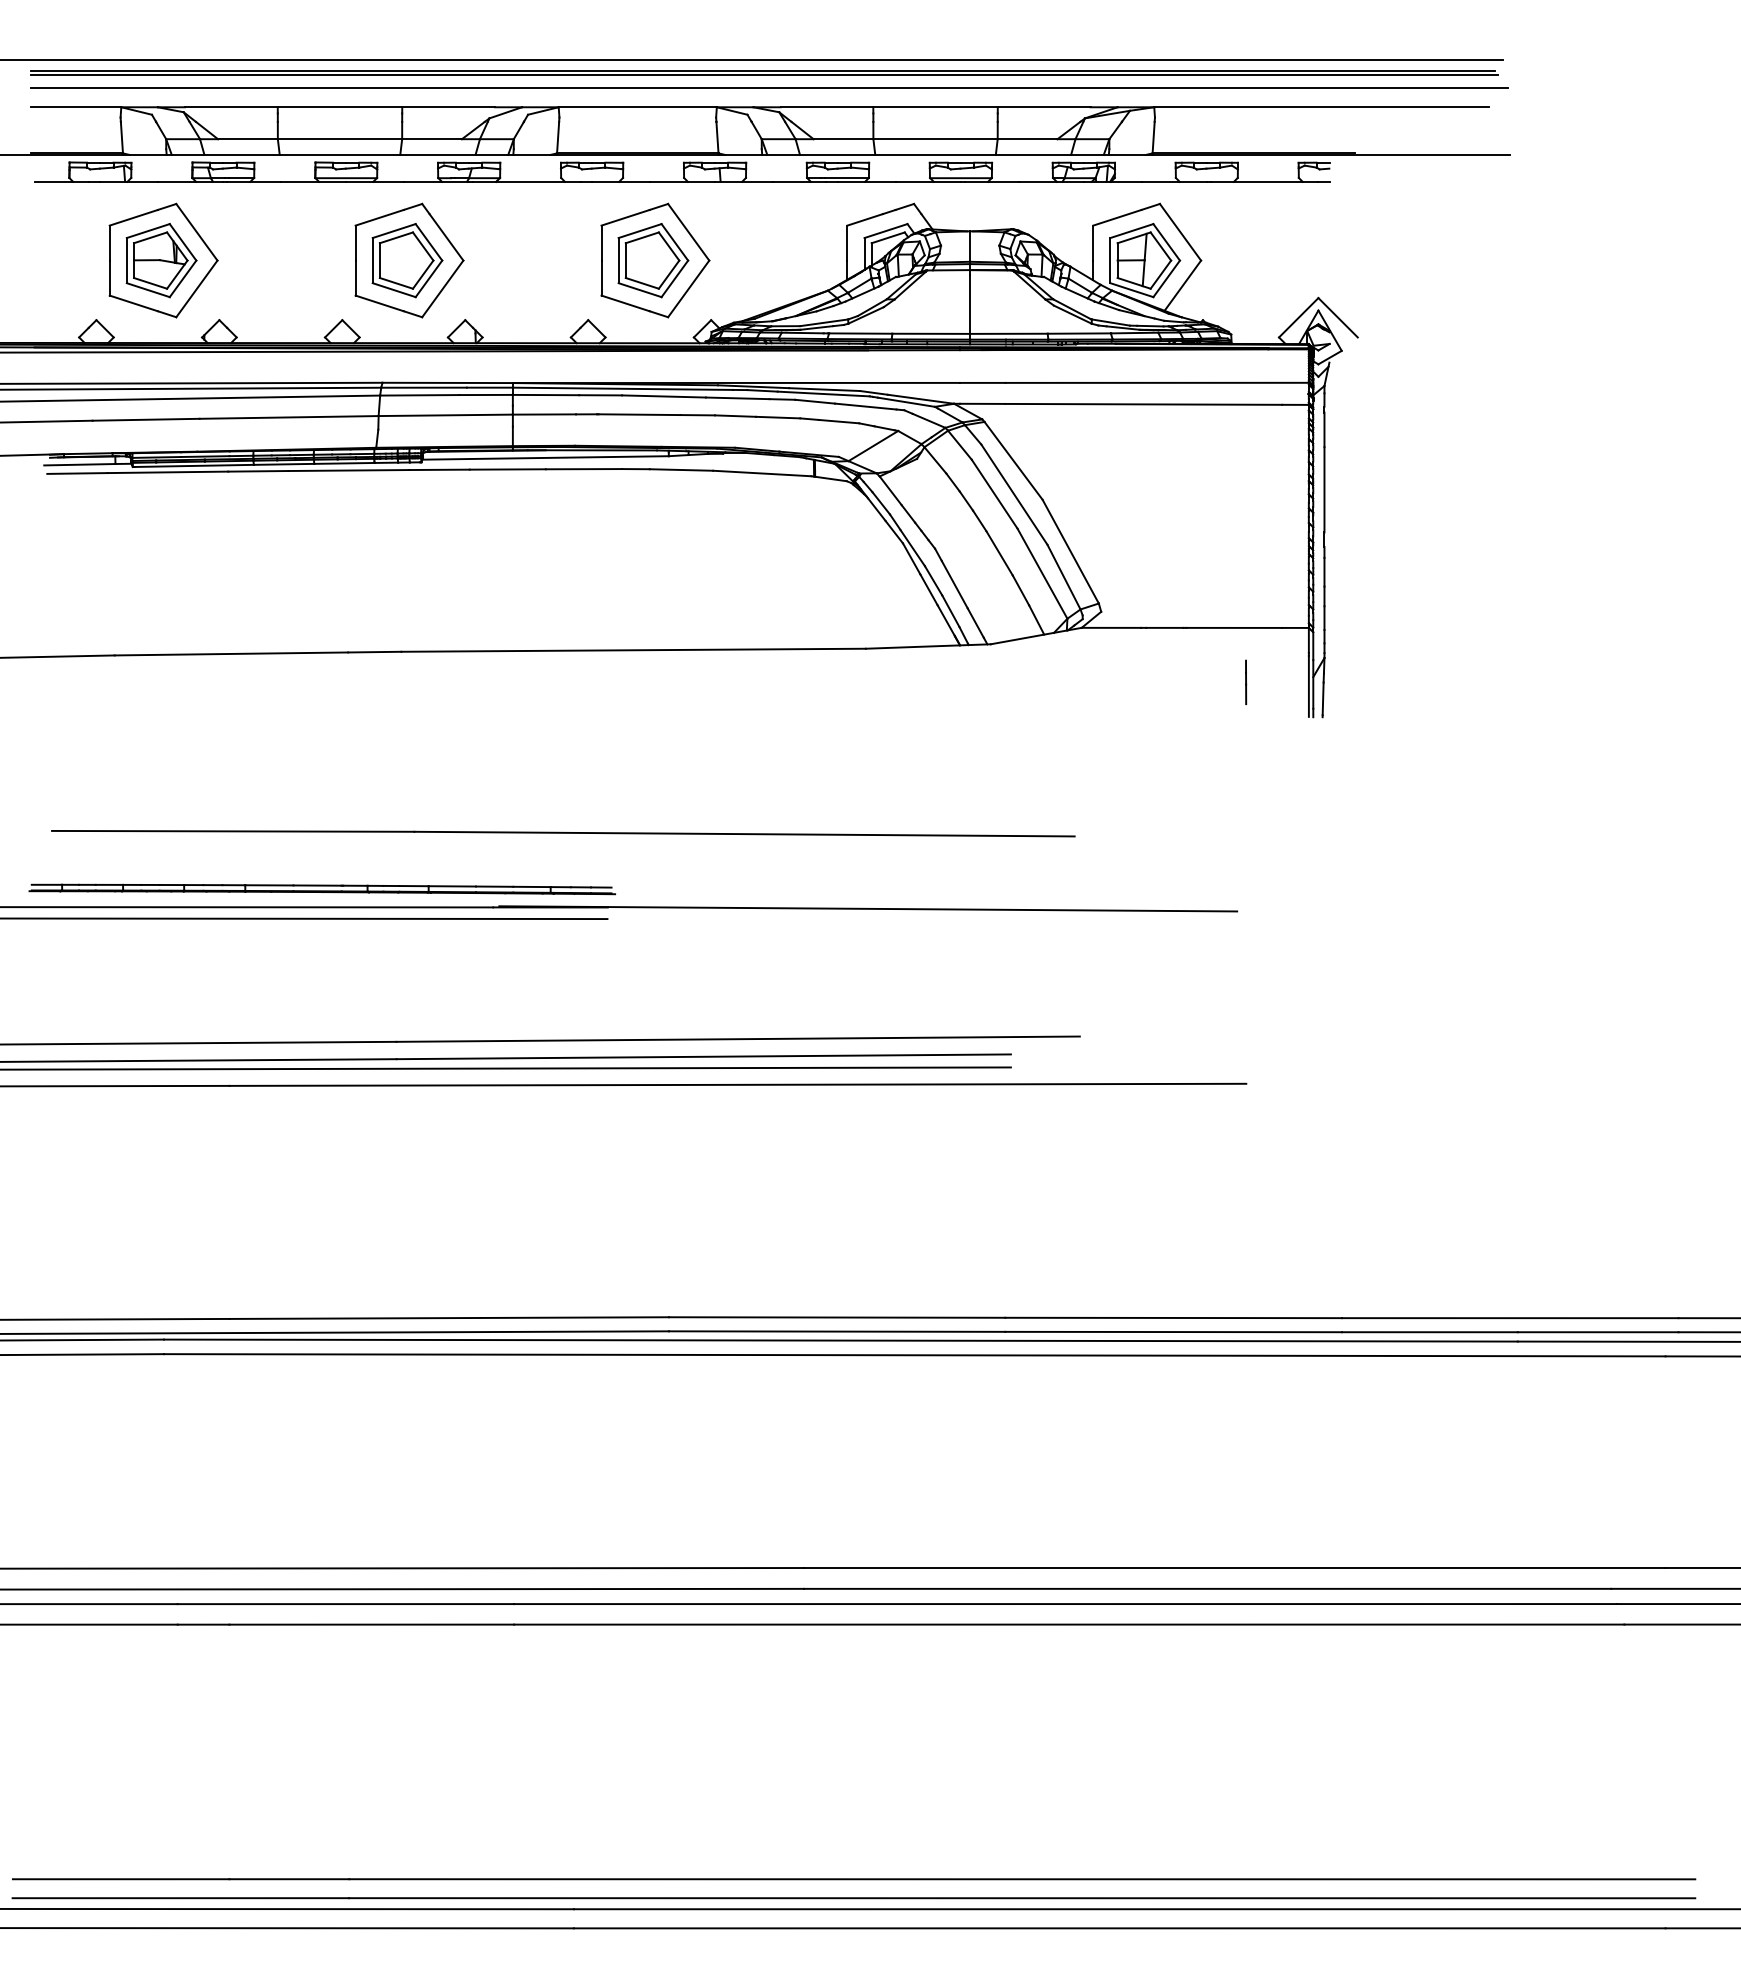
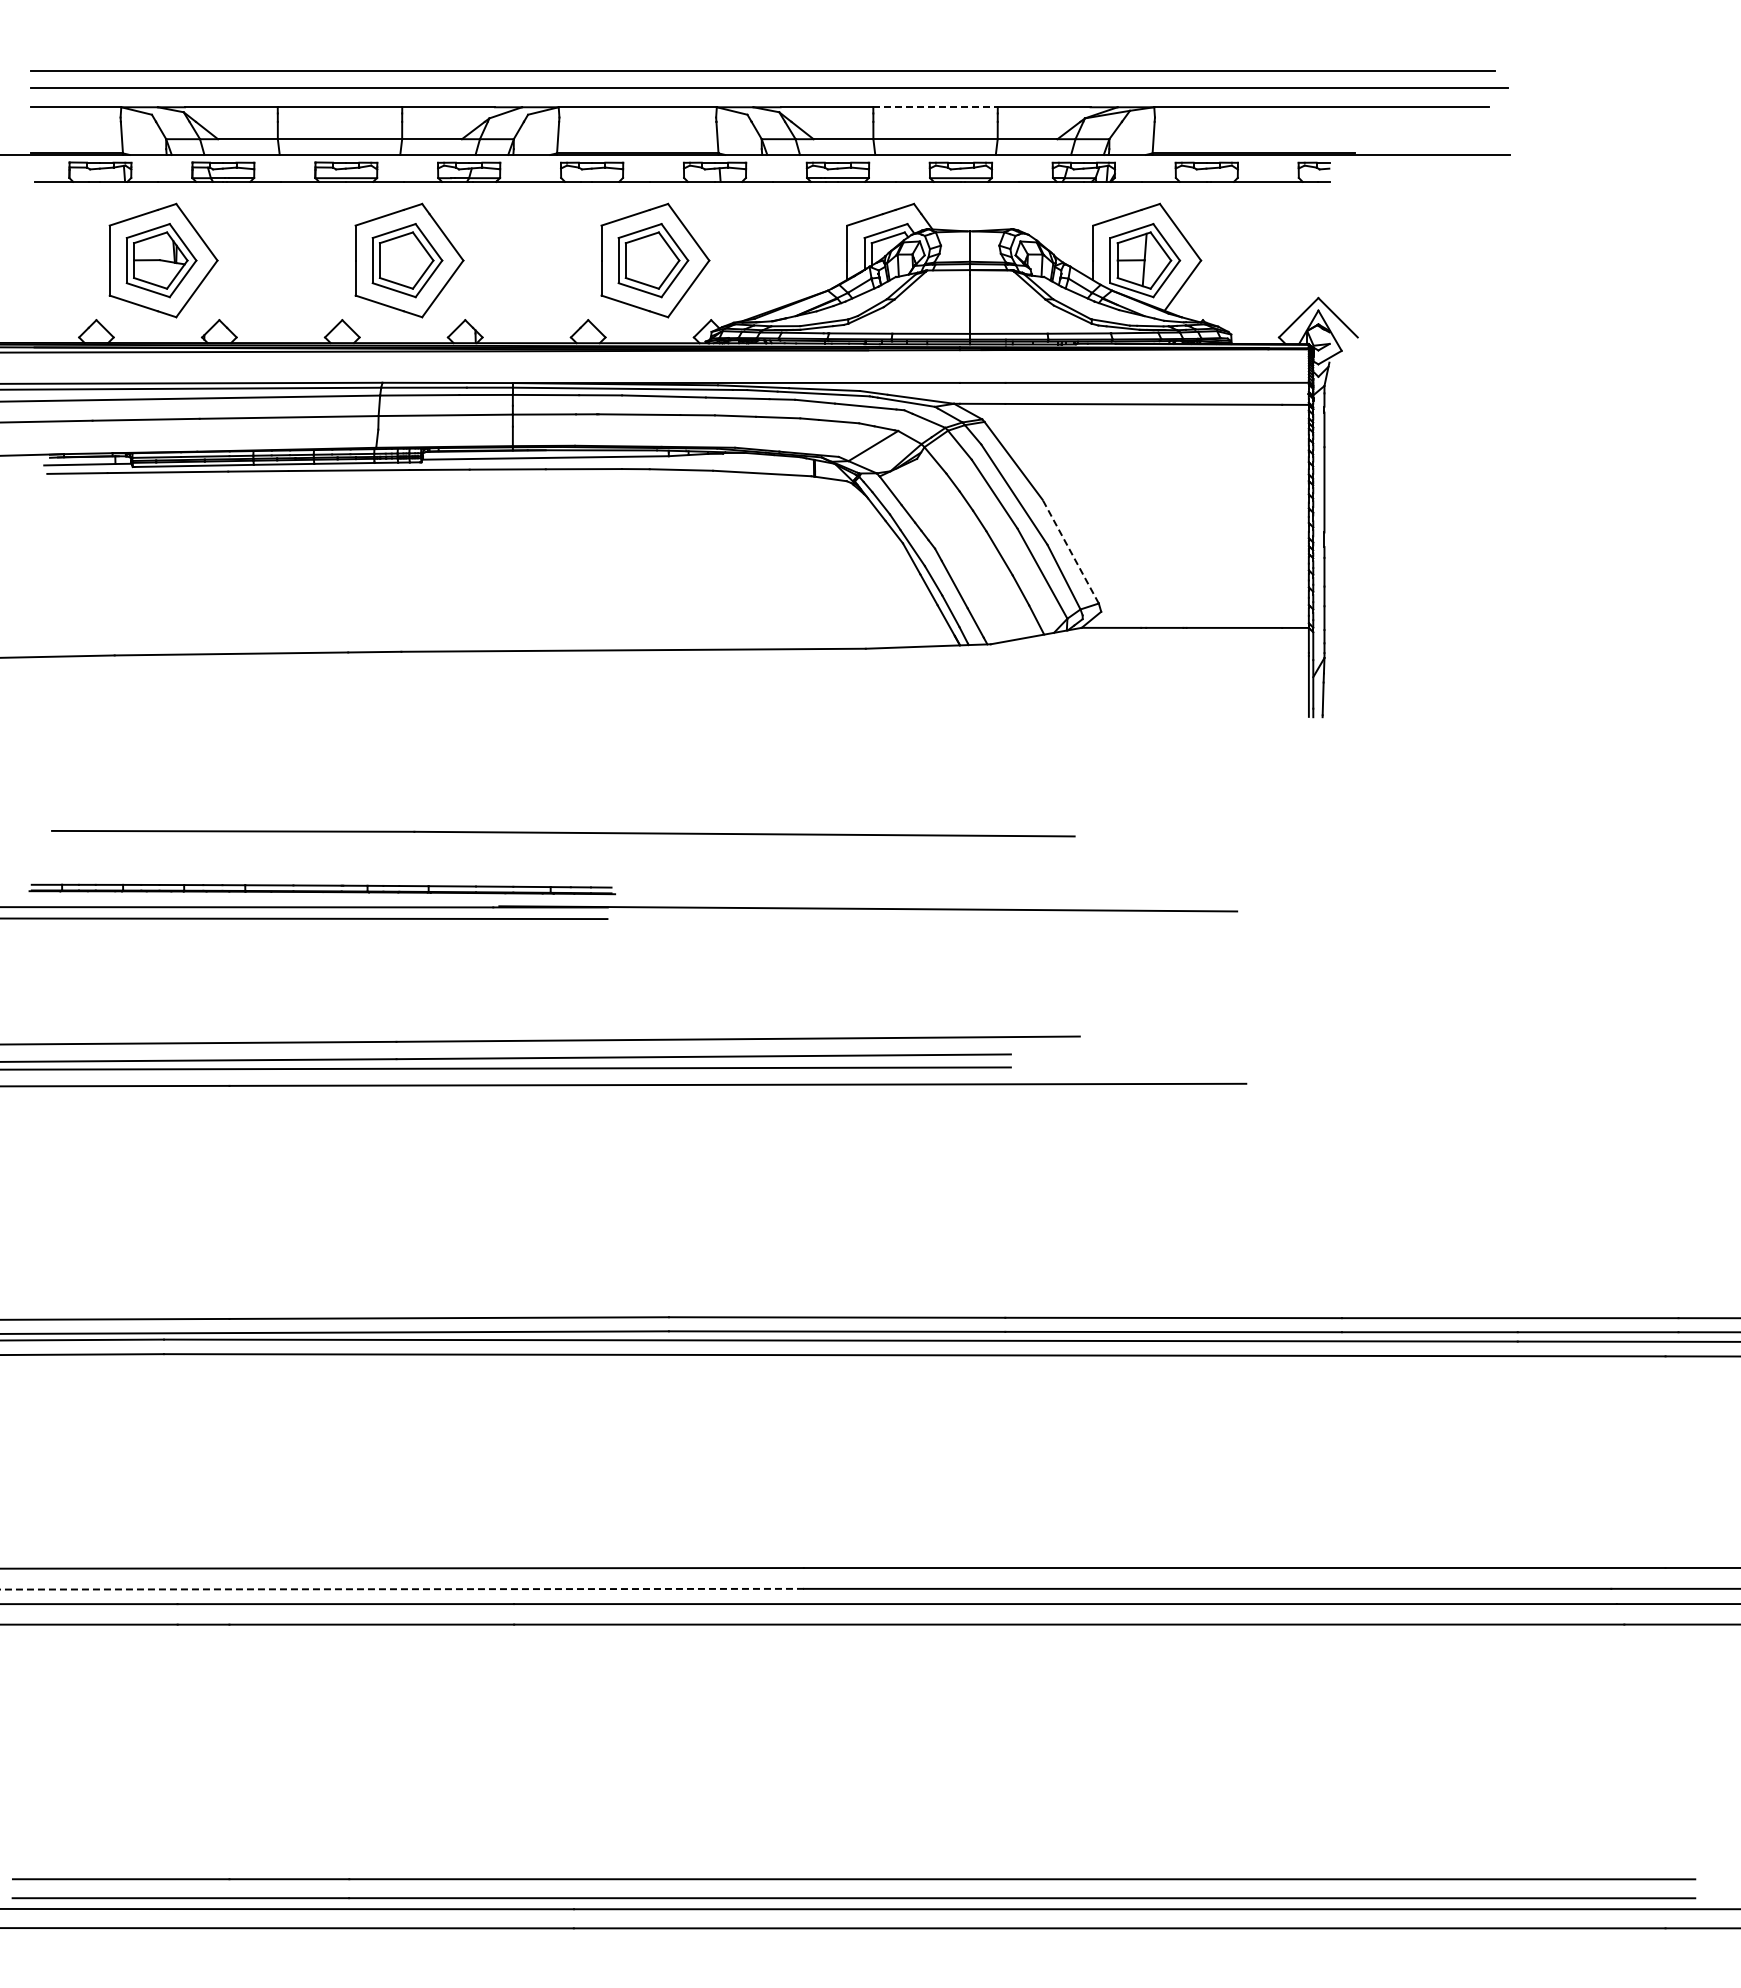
line at (752, 59): present -> none
line at (764, 74): present -> none
line at (936, 107): solid -> dashed
line at (1070, 551): solid -> dashed
line at (1246, 681): present -> none
line at (402, 1589): solid -> dashed
